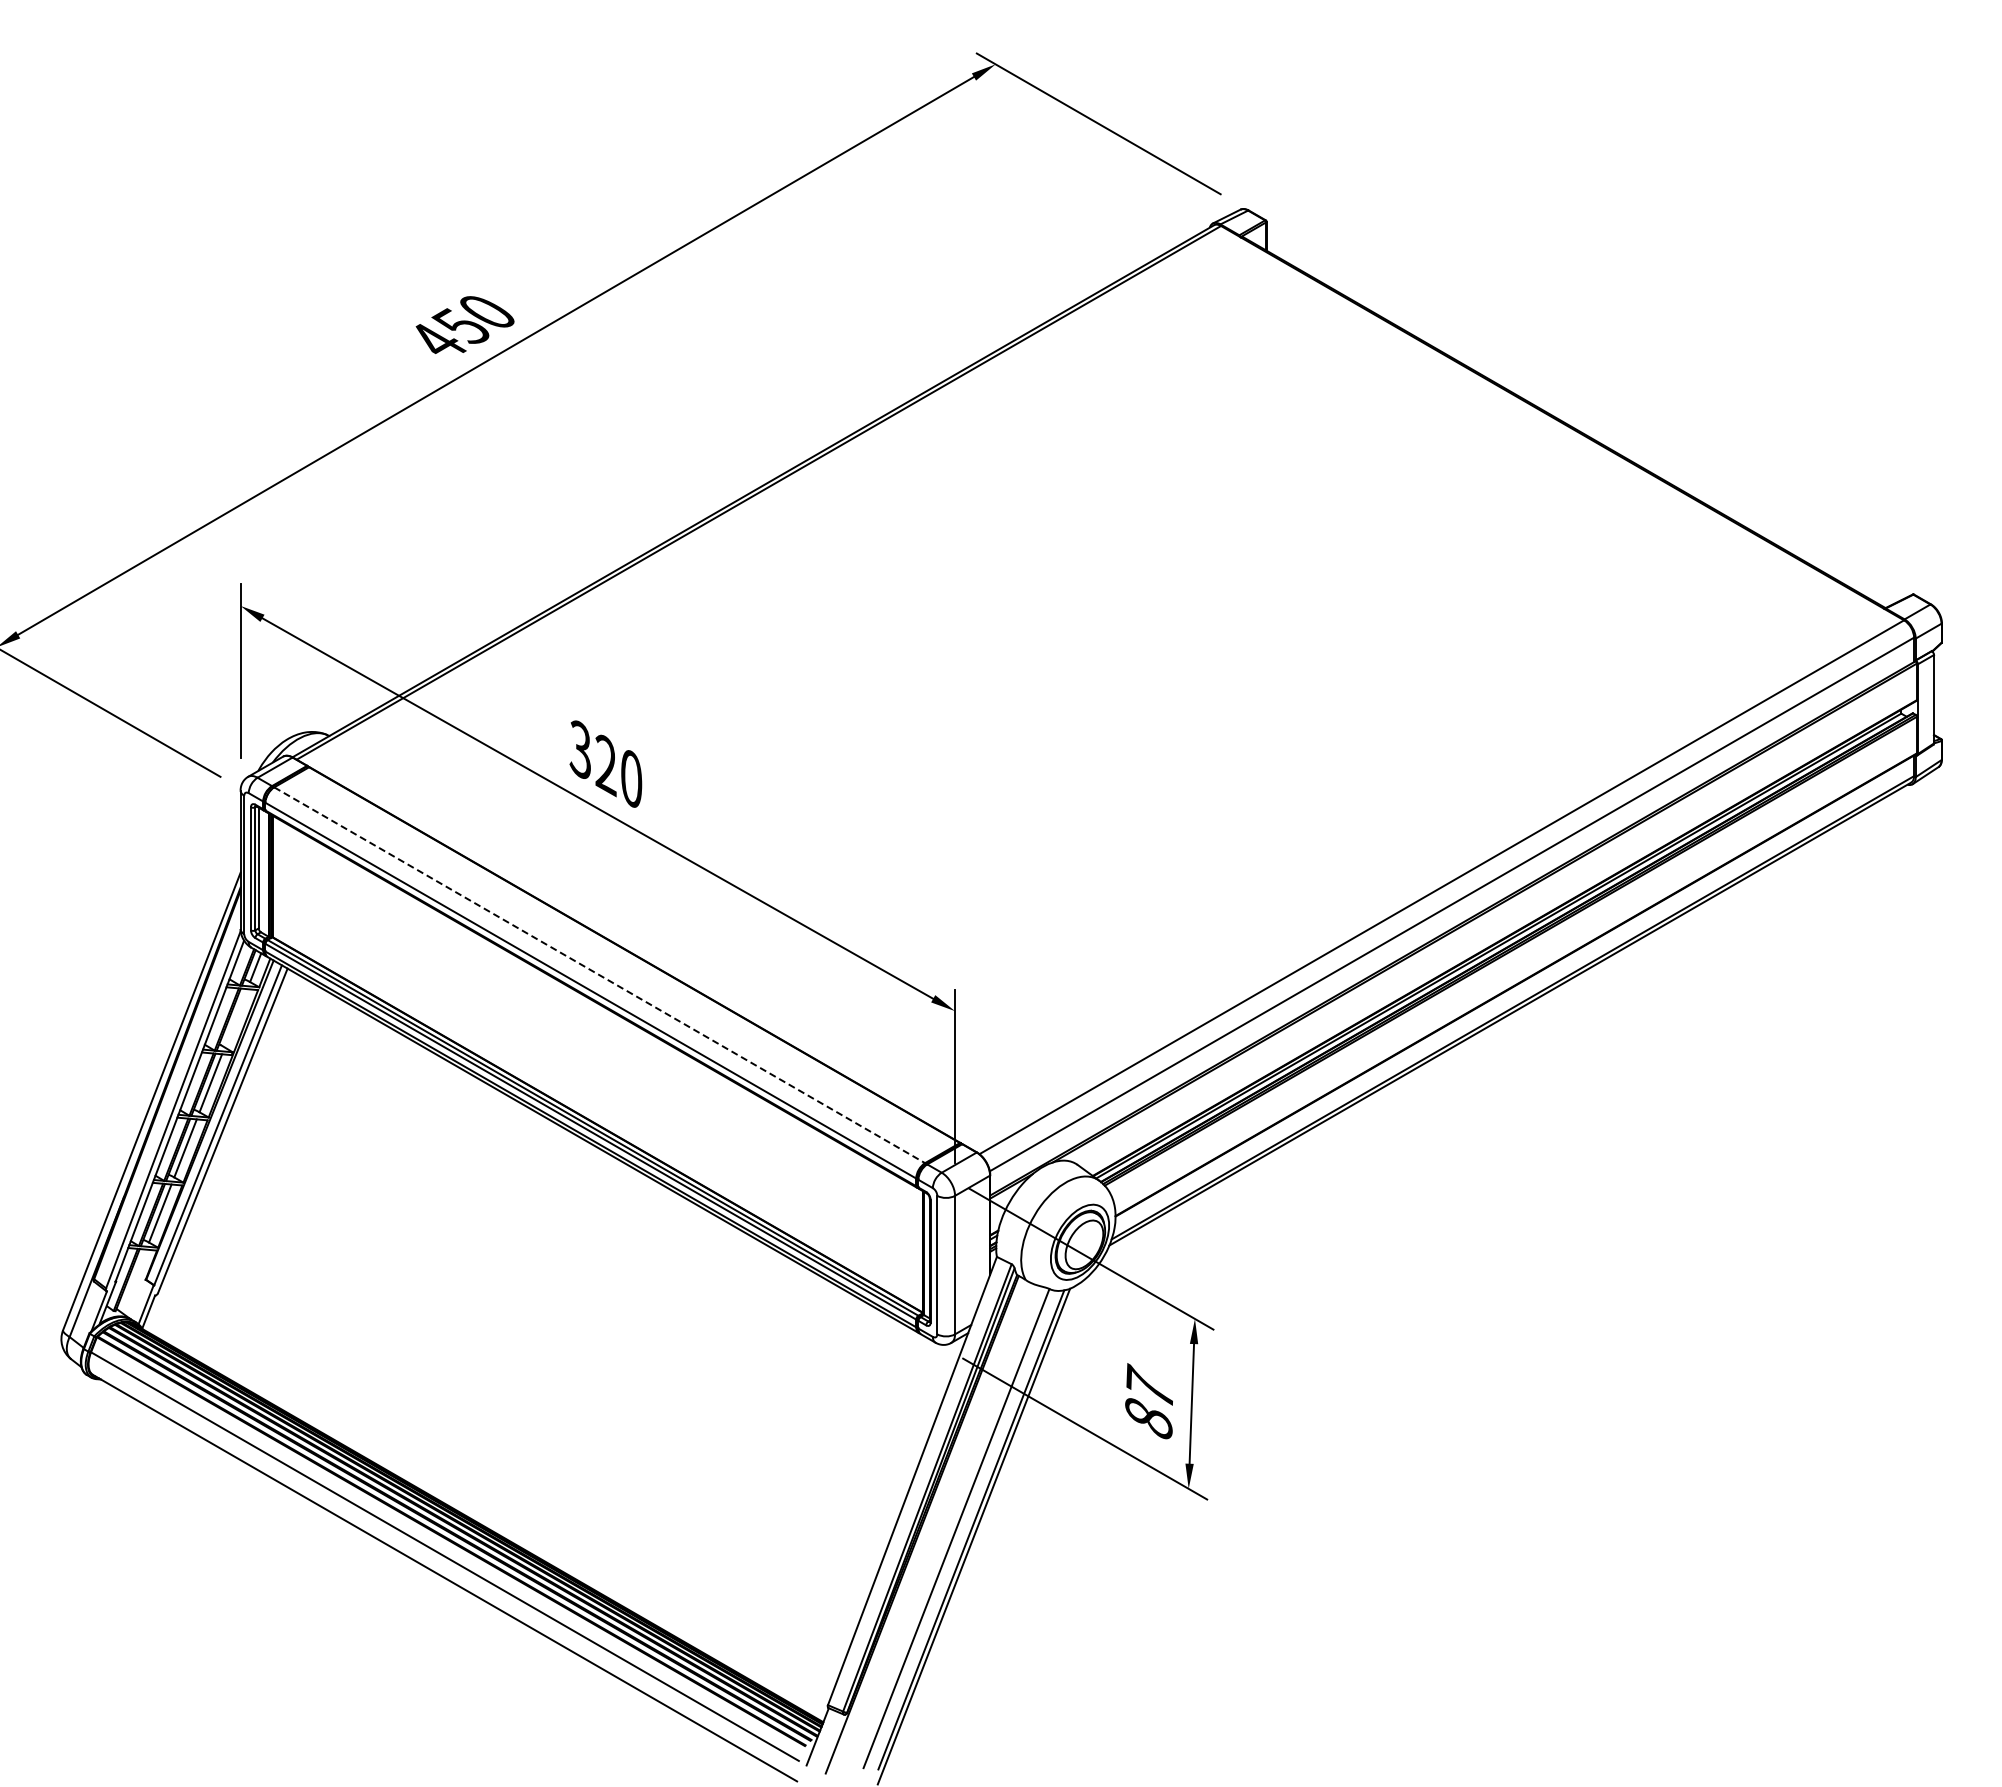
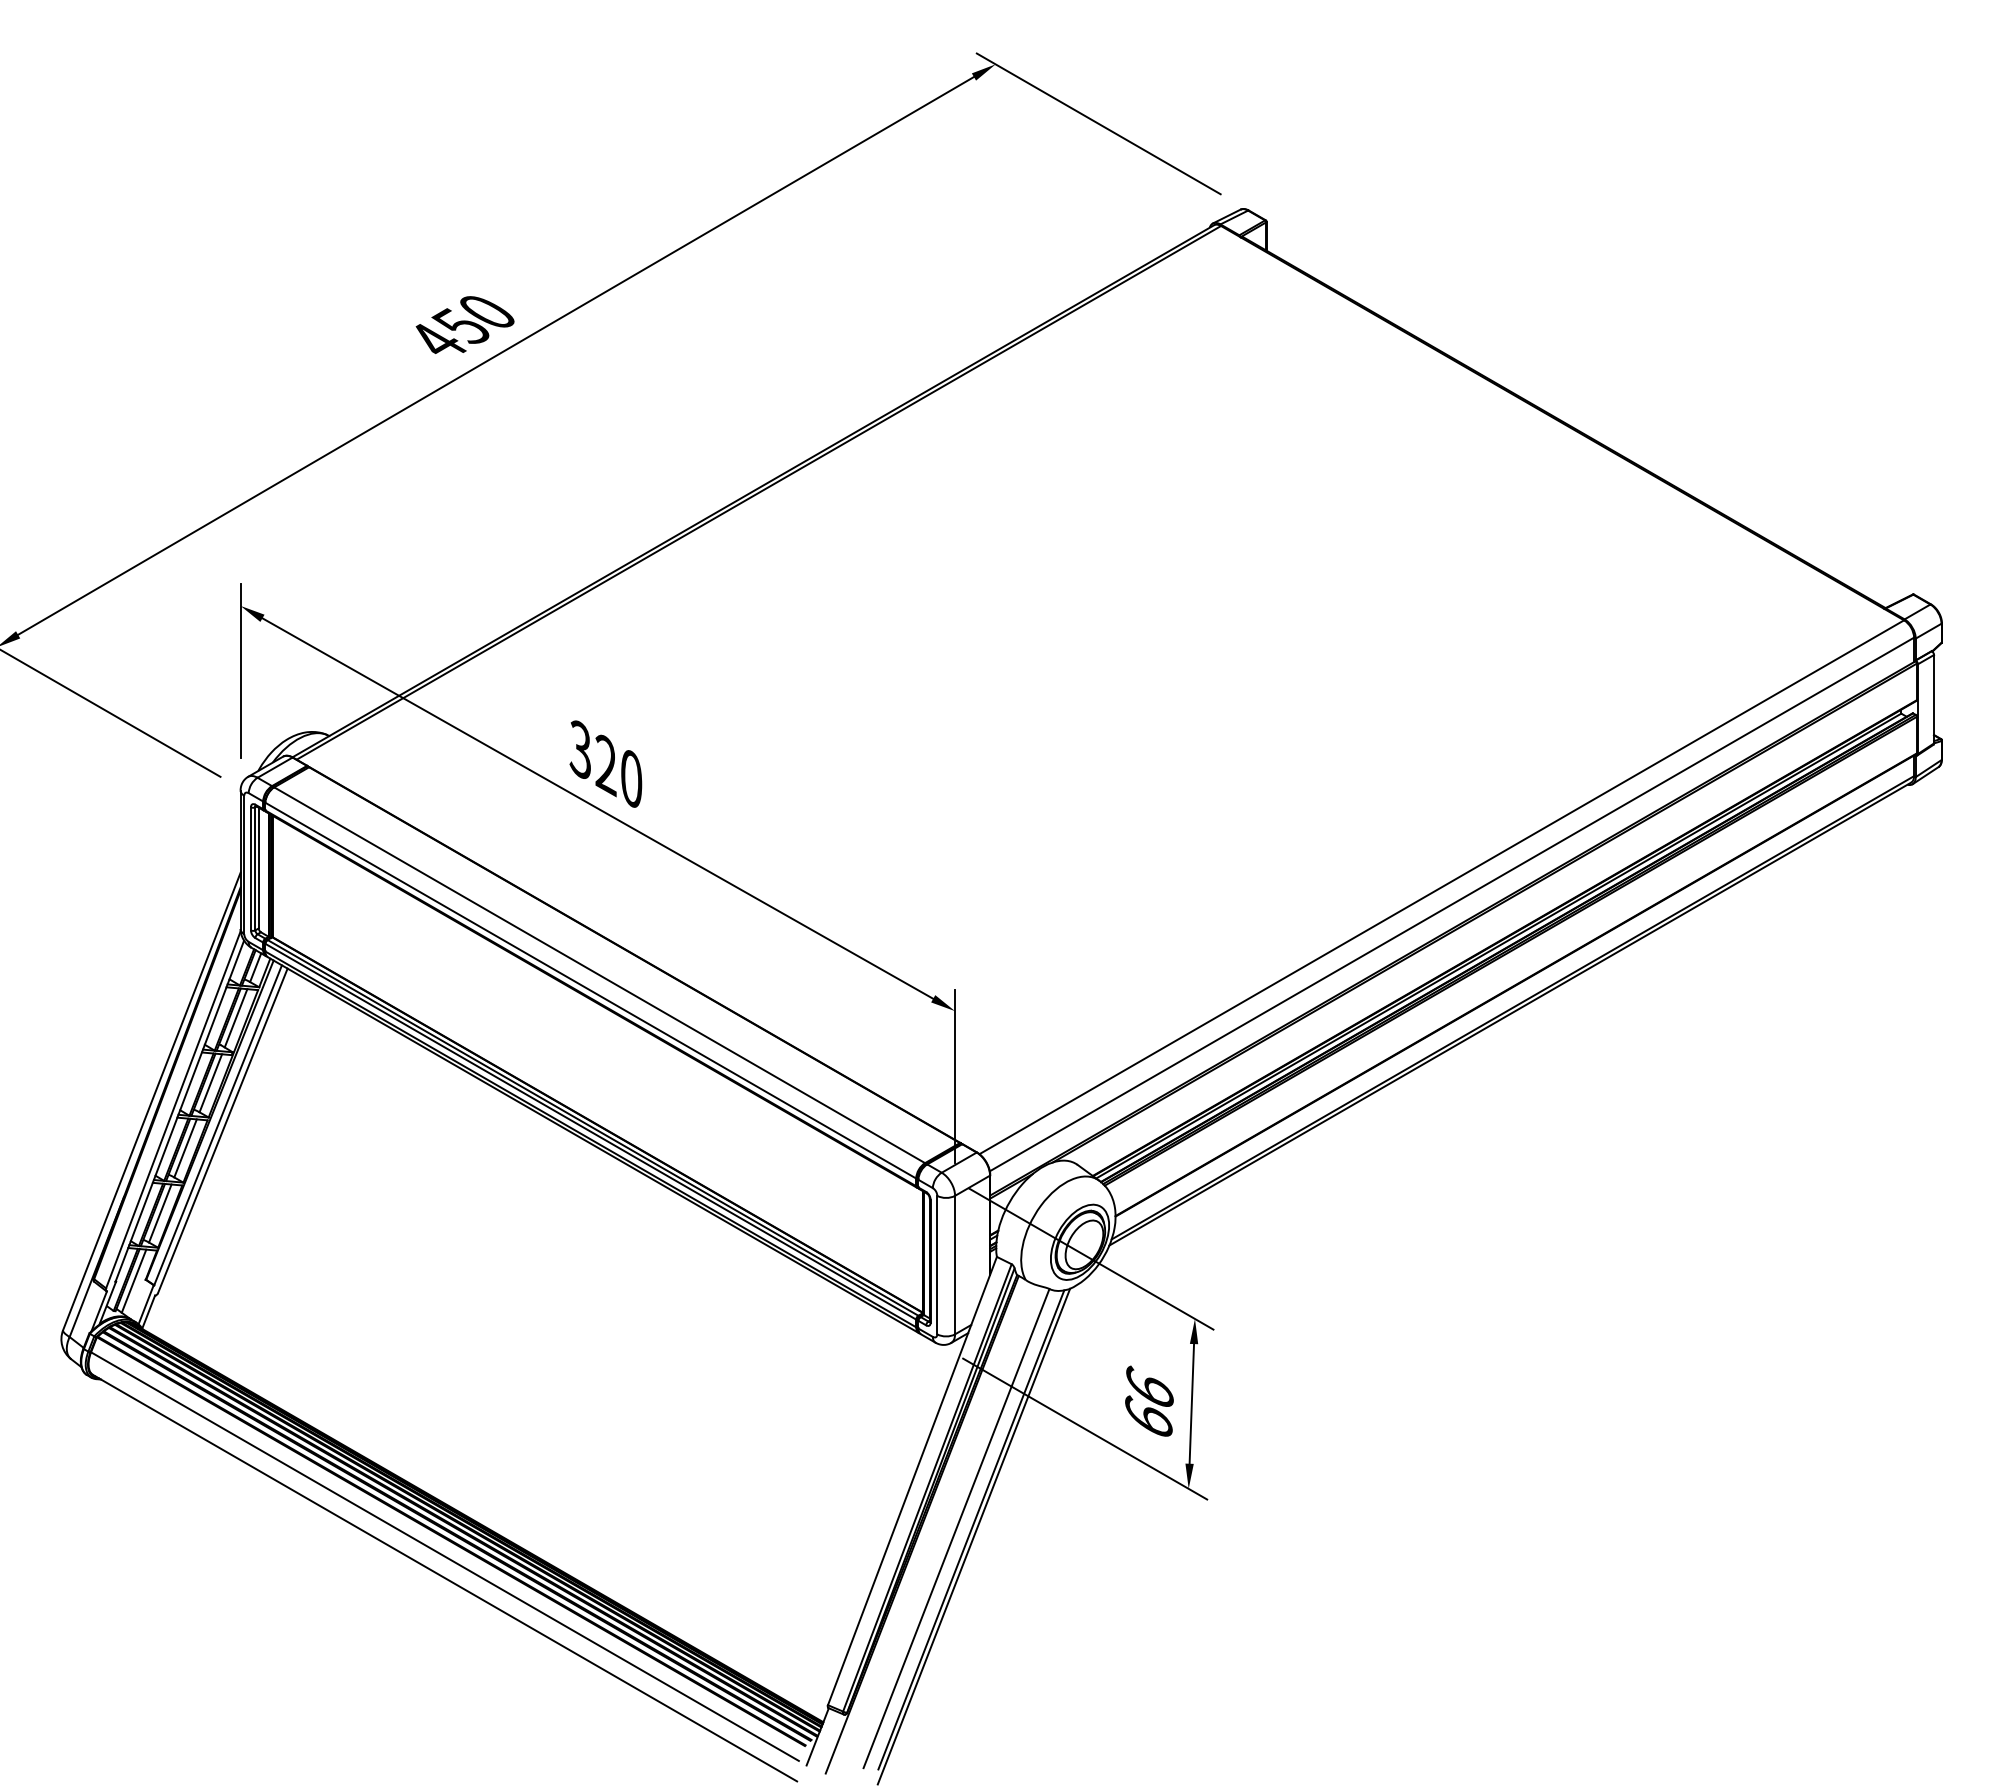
line at (599, 975): dashed -> solid
line at (235, 1018): none -> present
line at (133, 1280): none -> present
text at (1149, 1401): 87 -> 66
